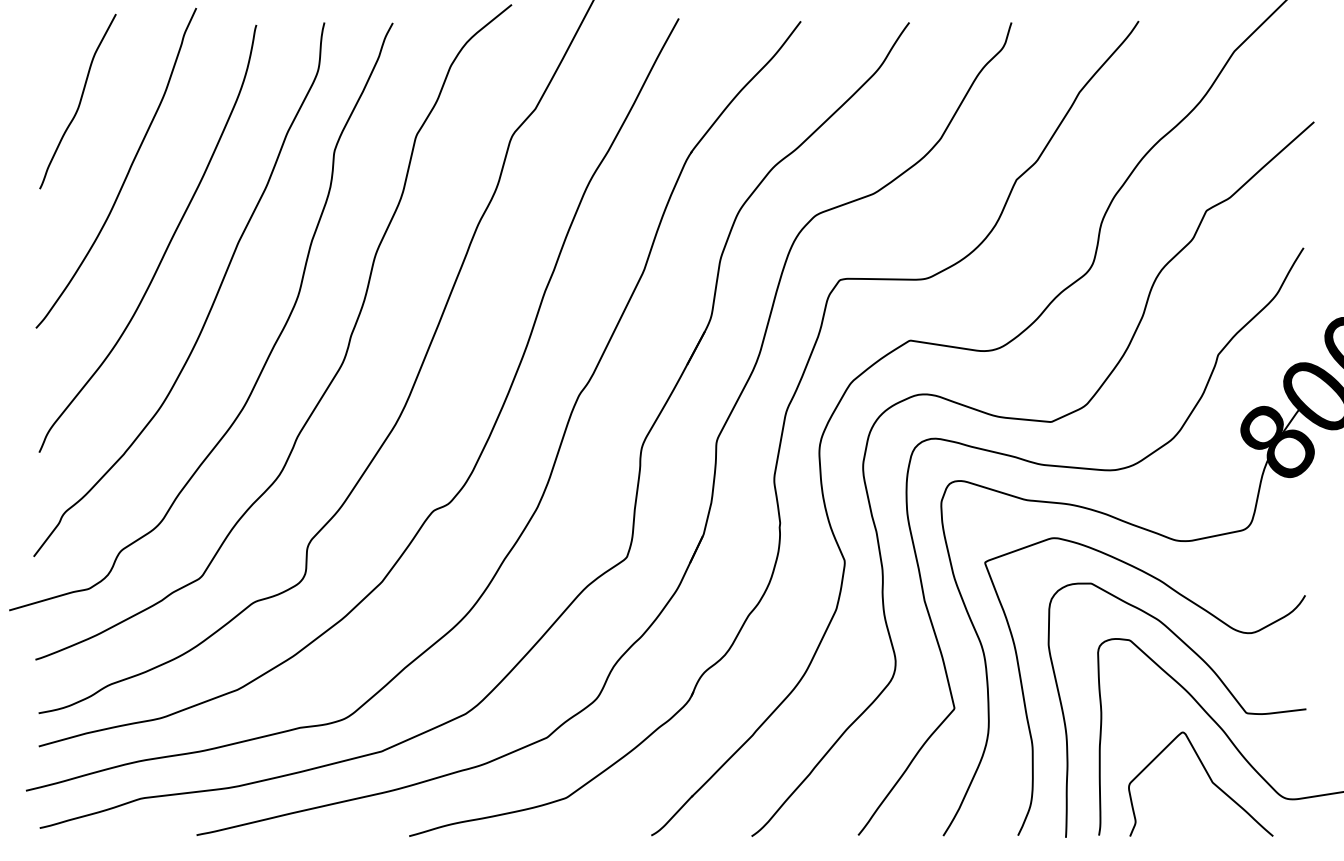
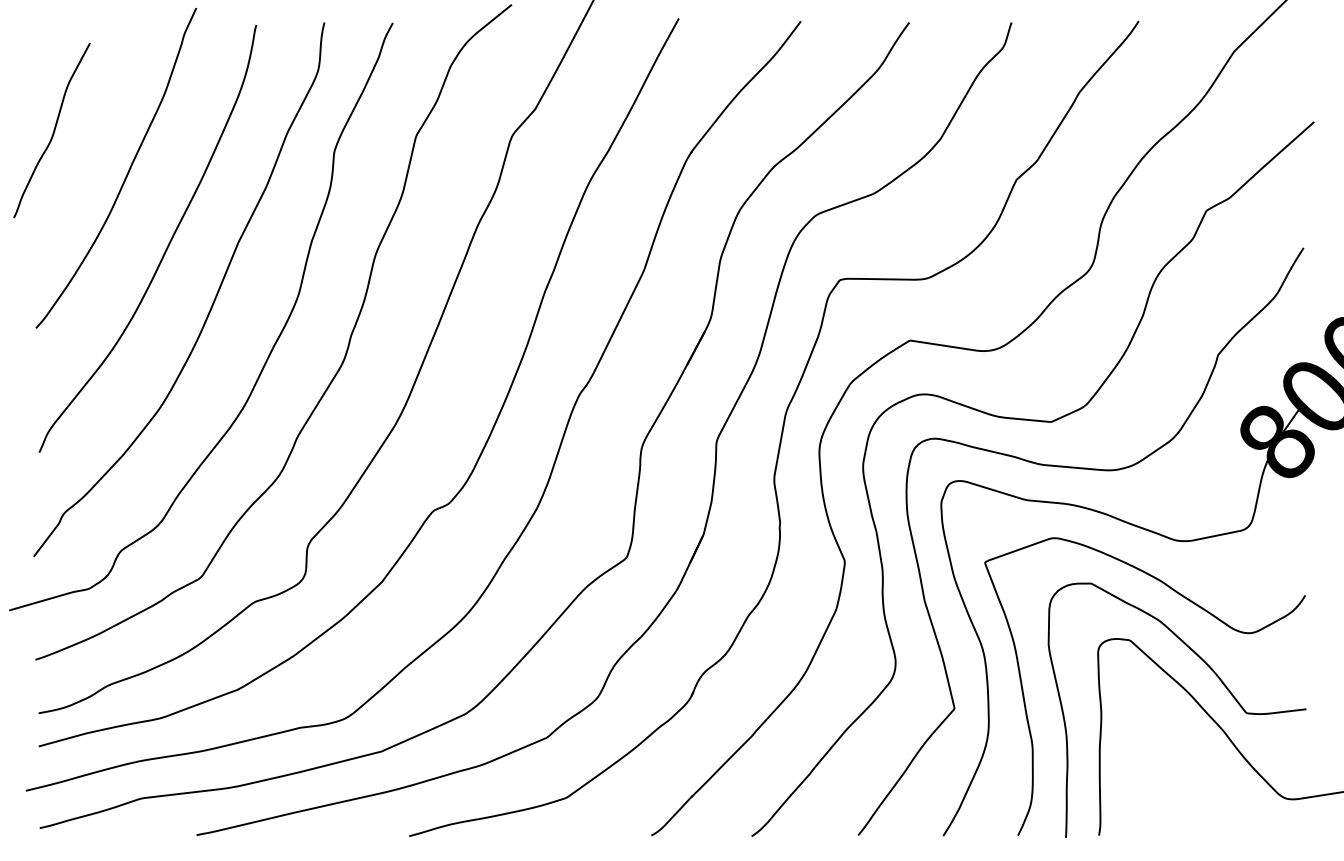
curve at (79, 101) position: (79, 101) -> (53, 130)
curve at (1209, 779): present -> none
